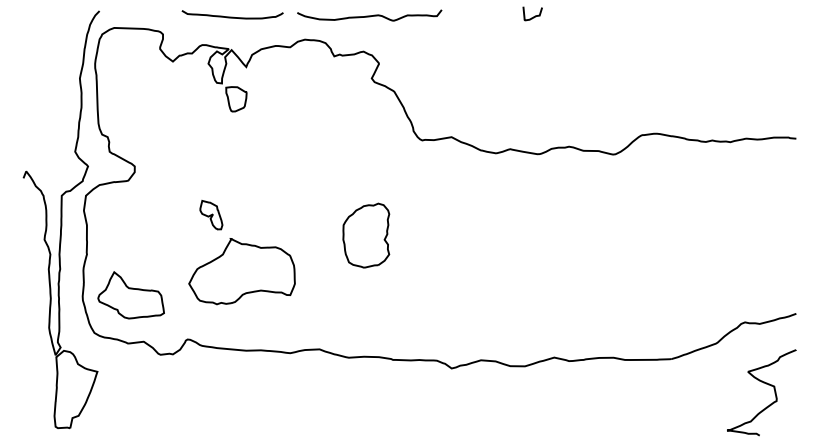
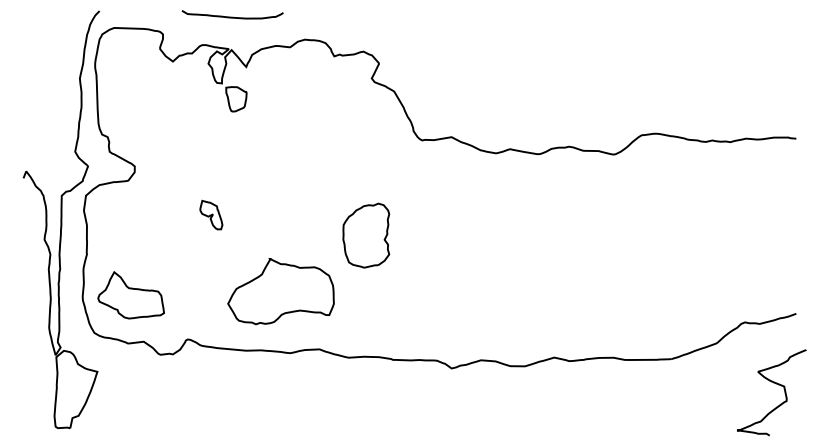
curve at (369, 15): present -> none
curve at (533, 16): present -> none
part at (241, 271) position: (241, 271) -> (280, 291)
curve at (763, 383) position: (763, 383) -> (773, 383)
